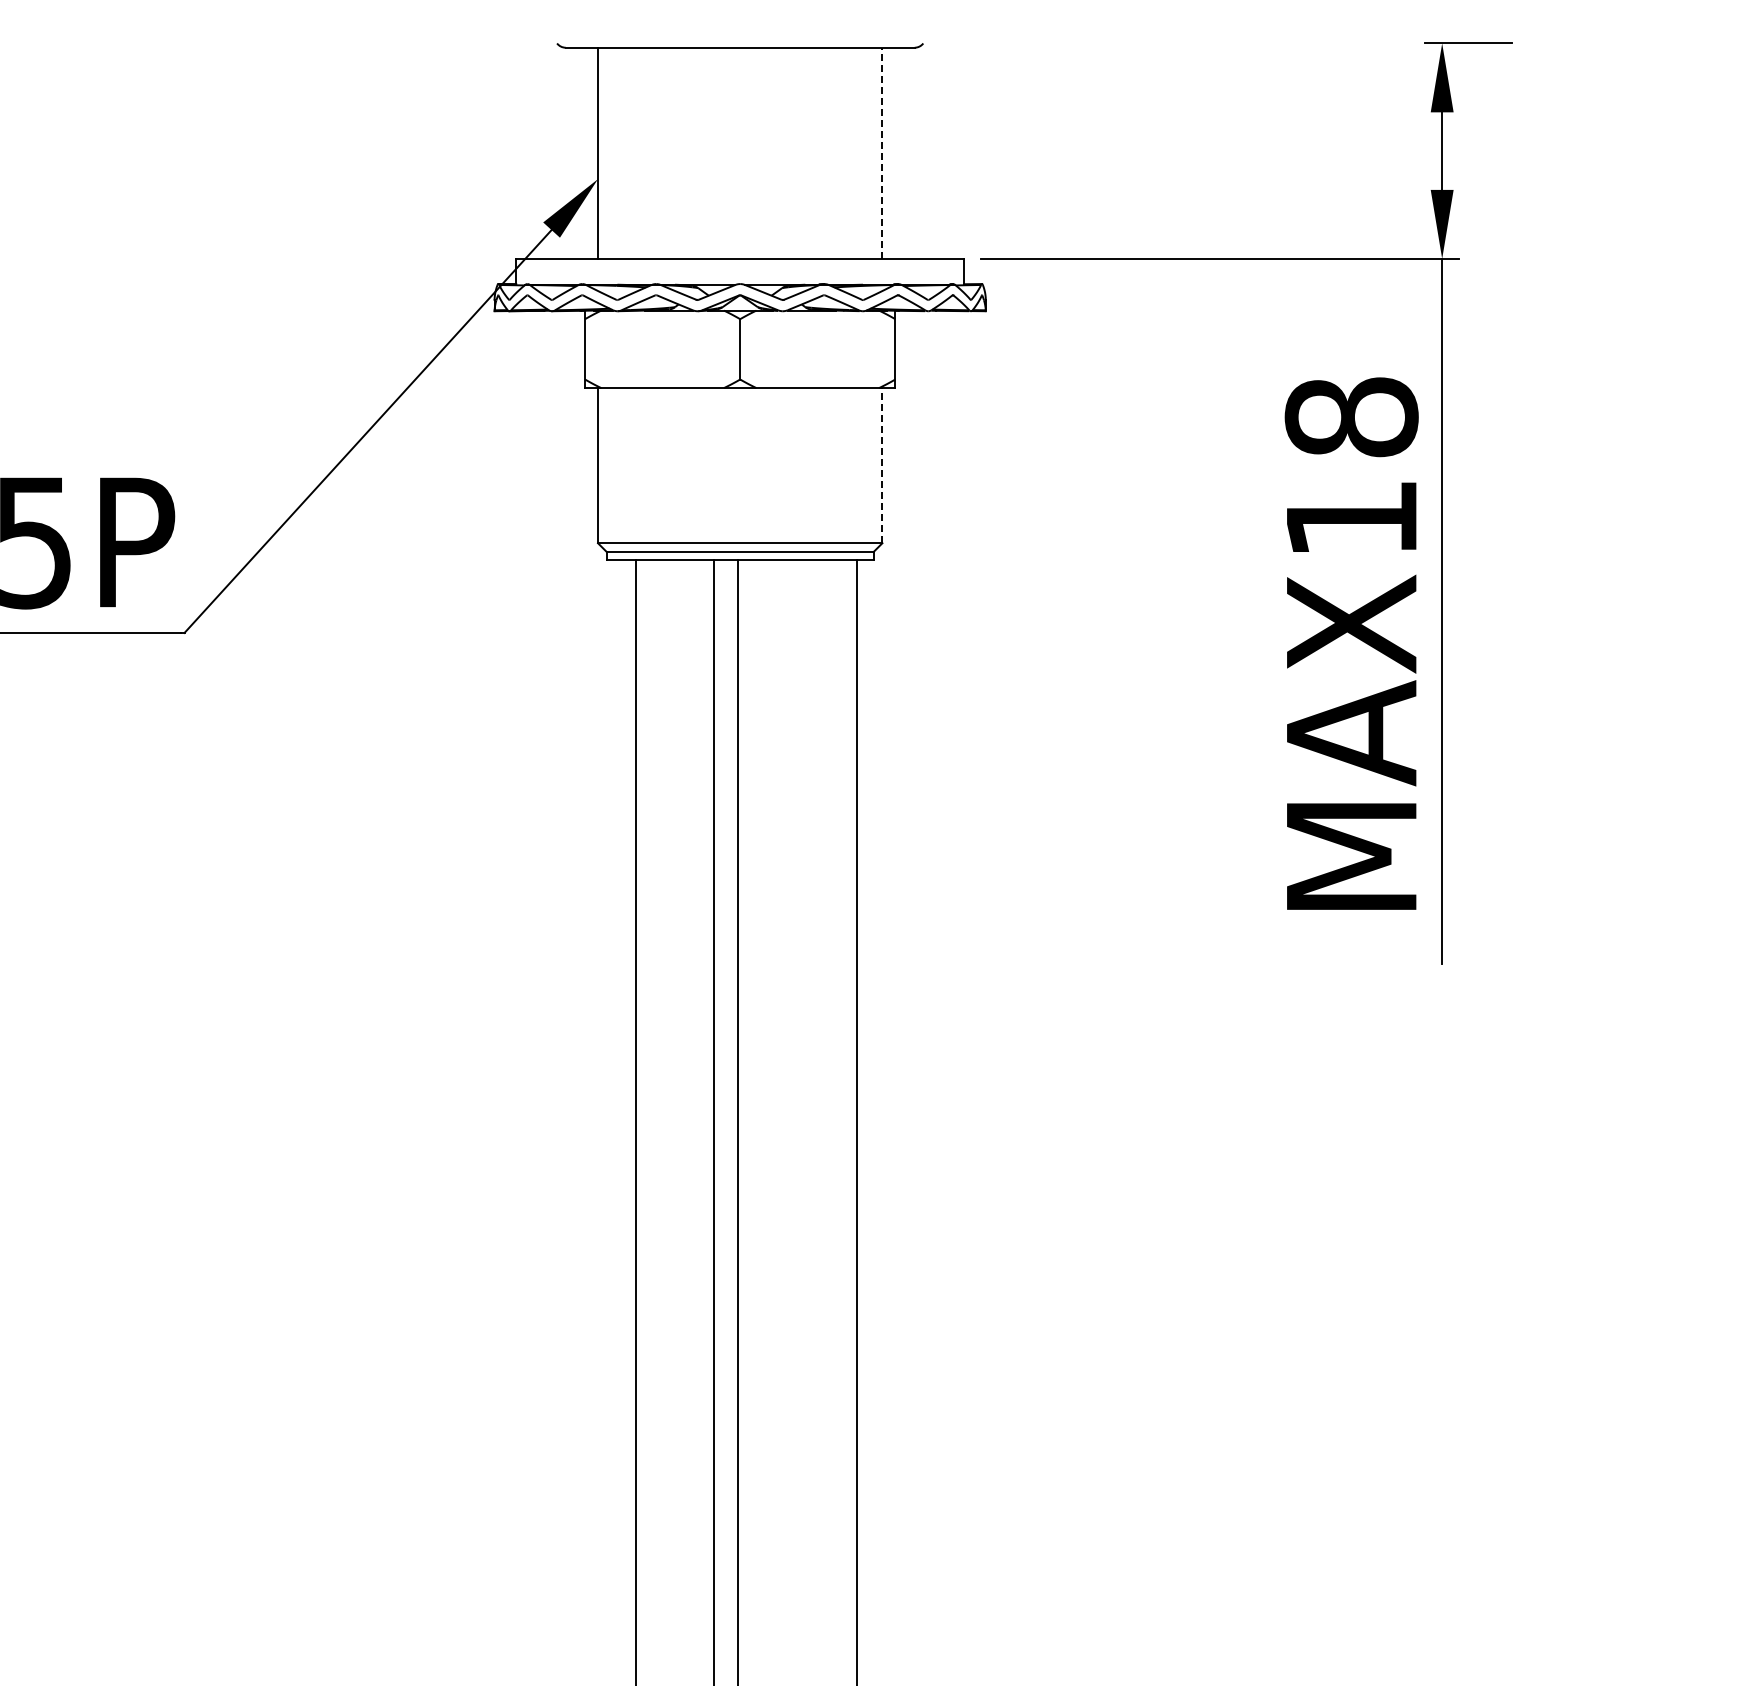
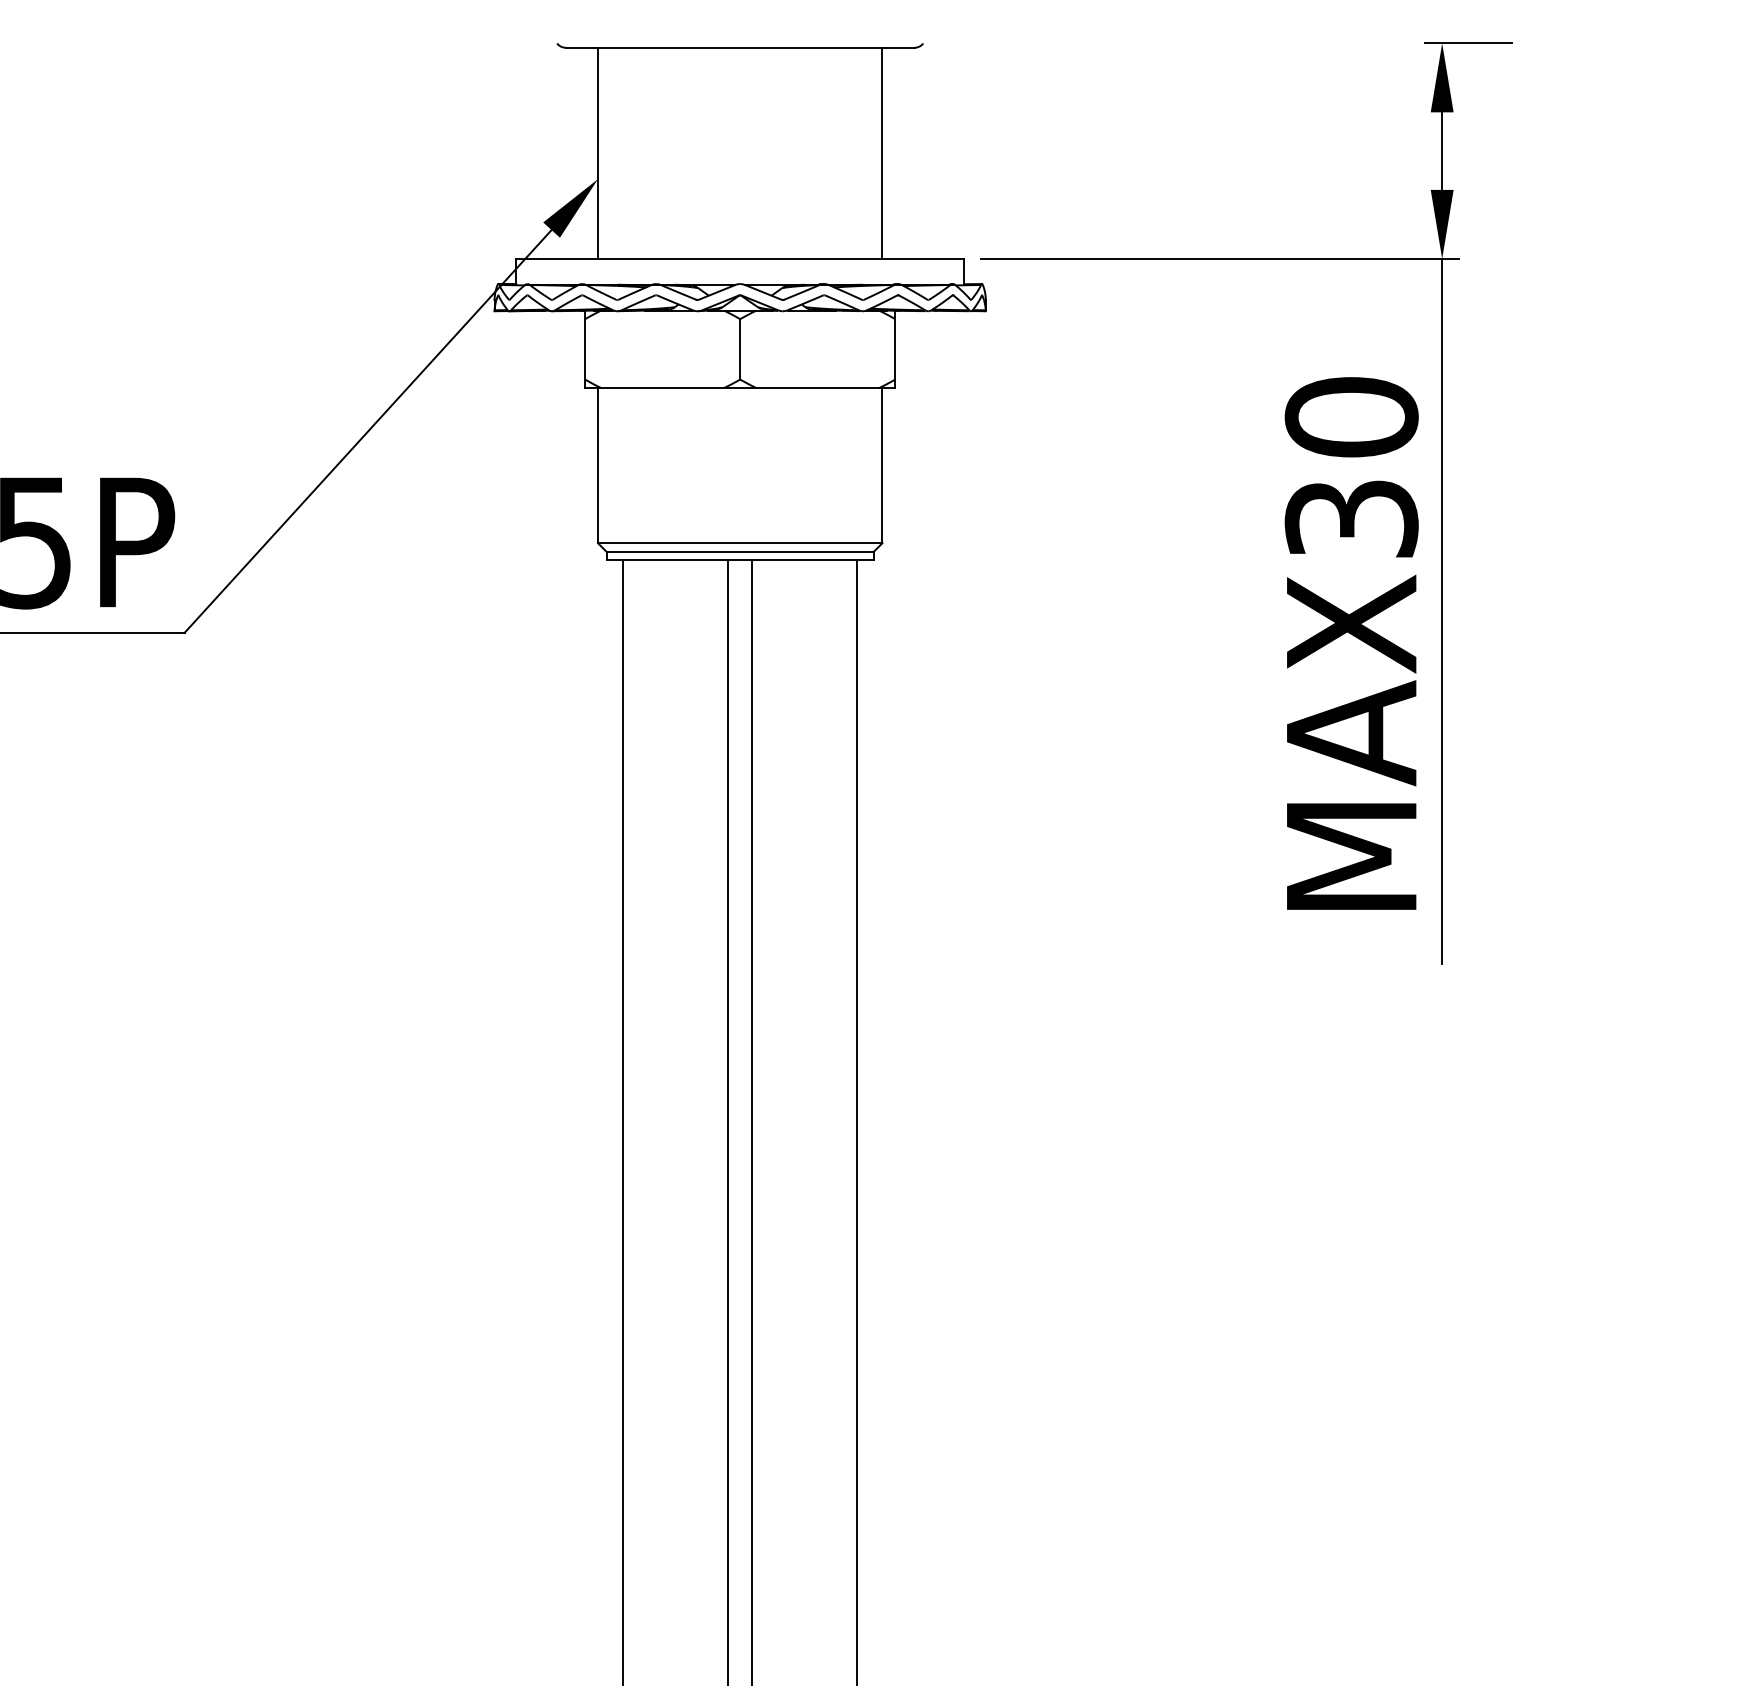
line at (882, 153): dashed -> solid
line at (882, 465): dashed -> solid
text at (1351, 467): MAX18 -> MAX30
line at (636, 1121) position: (636, 1121) -> (623, 1121)
line at (714, 1121) position: (714, 1121) -> (728, 1121)
line at (738, 1121) position: (738, 1121) -> (752, 1121)
